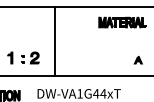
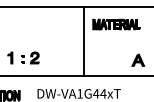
part at (122, 22) position: (122, 22) -> (116, 24)
line at (54, 41) position: (54, 41) -> (83, 41)
part at (137, 60) size: 10x9 px -> 15x14 px
